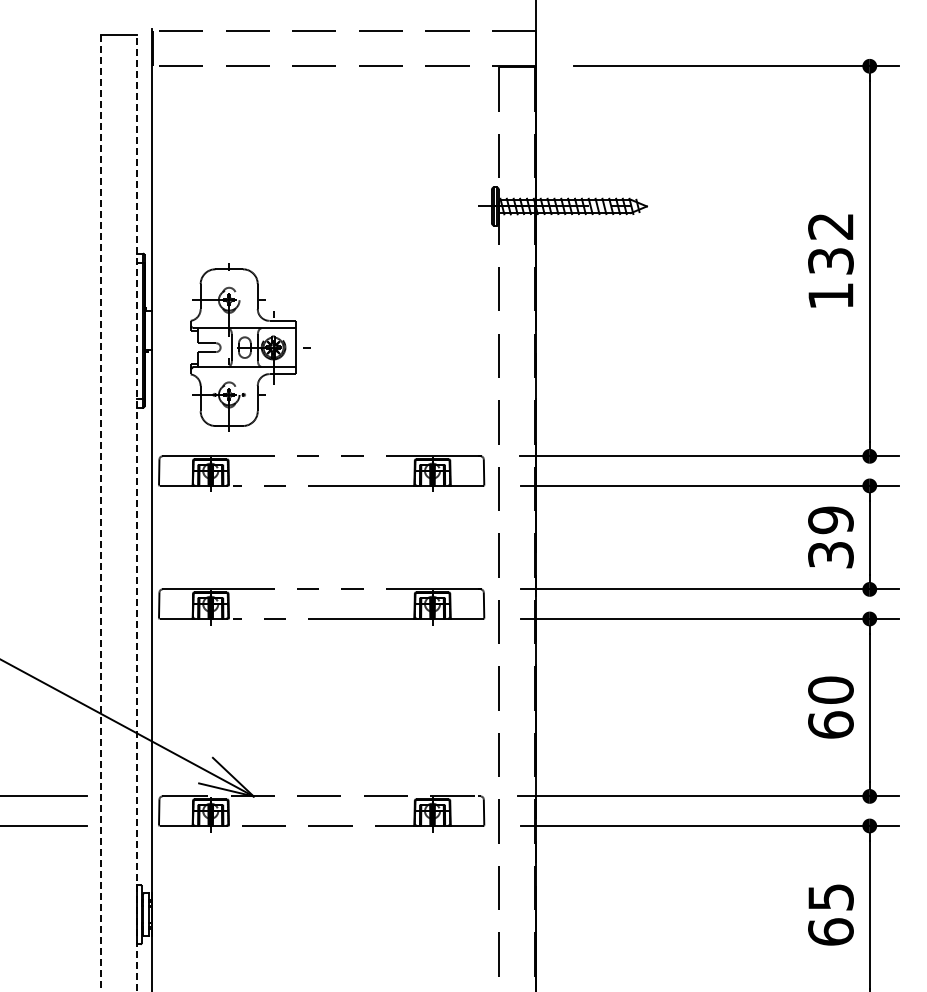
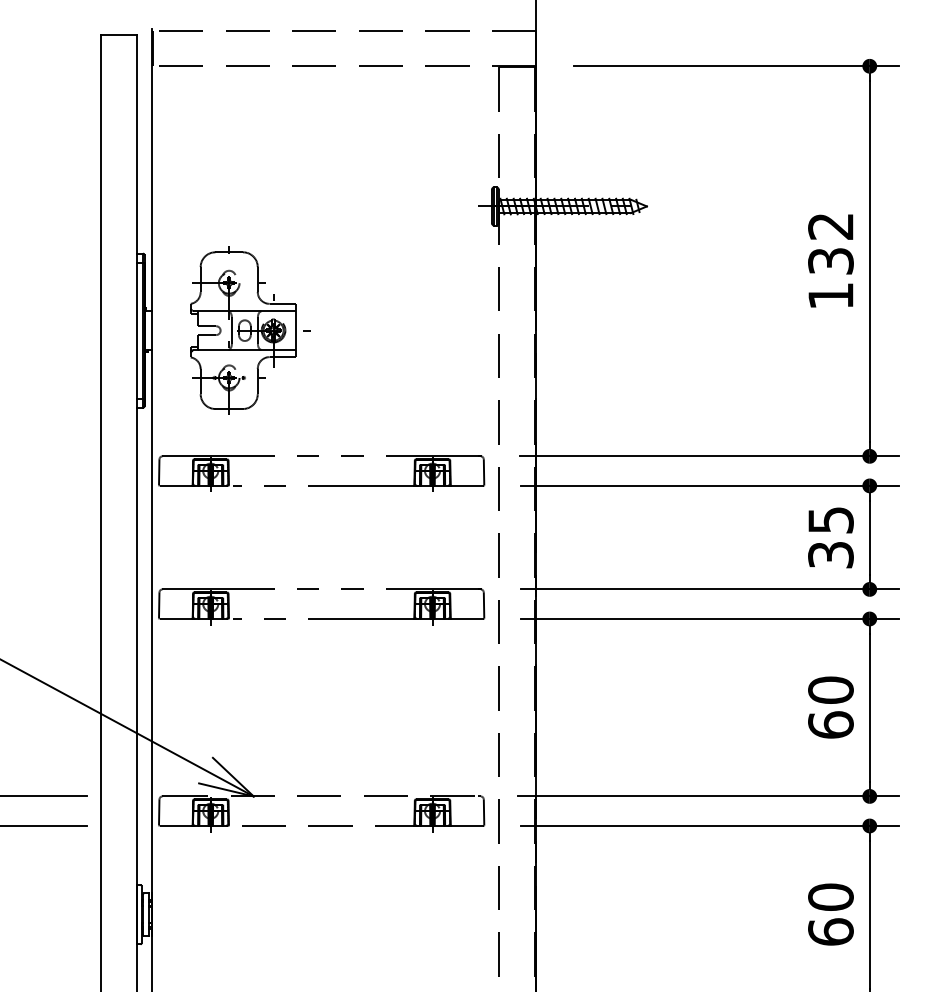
part at (250, 347) position: (250, 347) -> (250, 330)
line at (136, 512): dashed -> solid
line at (101, 513): dashed -> solid
text at (830, 520): 39 -> 35
text at (830, 896): 65 -> 60
